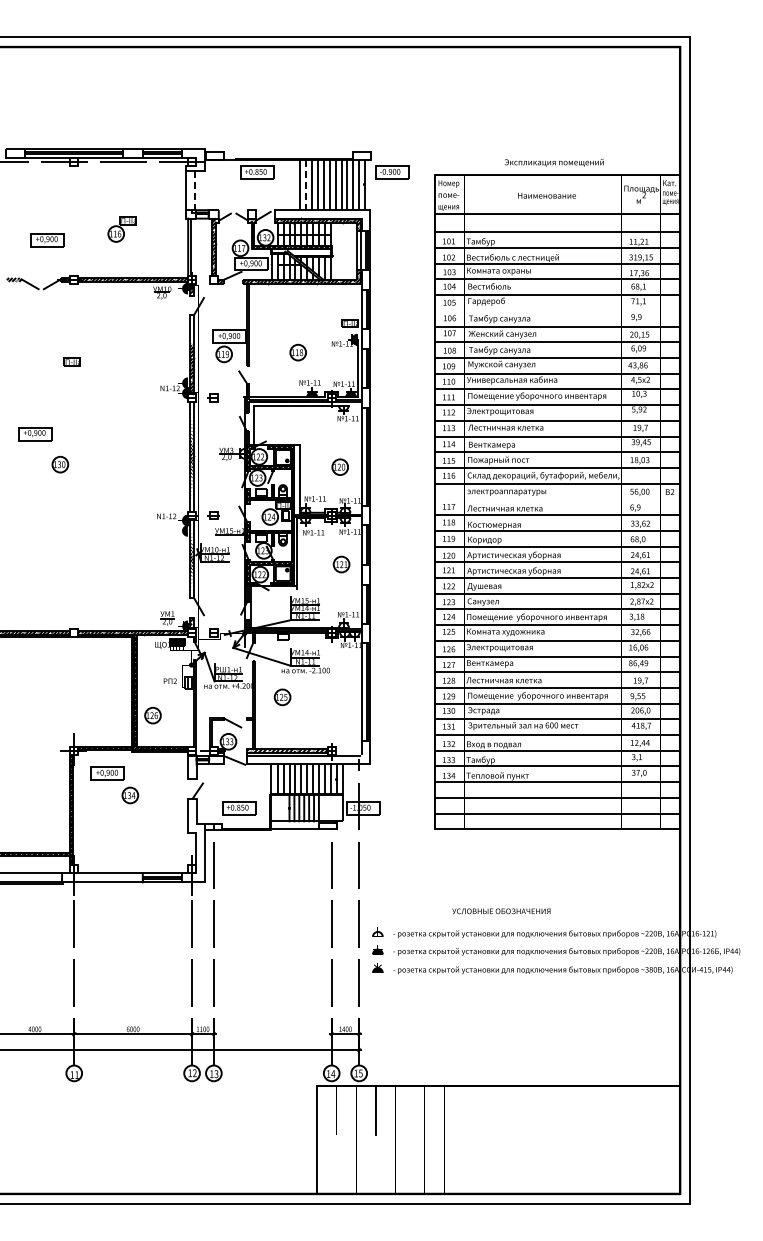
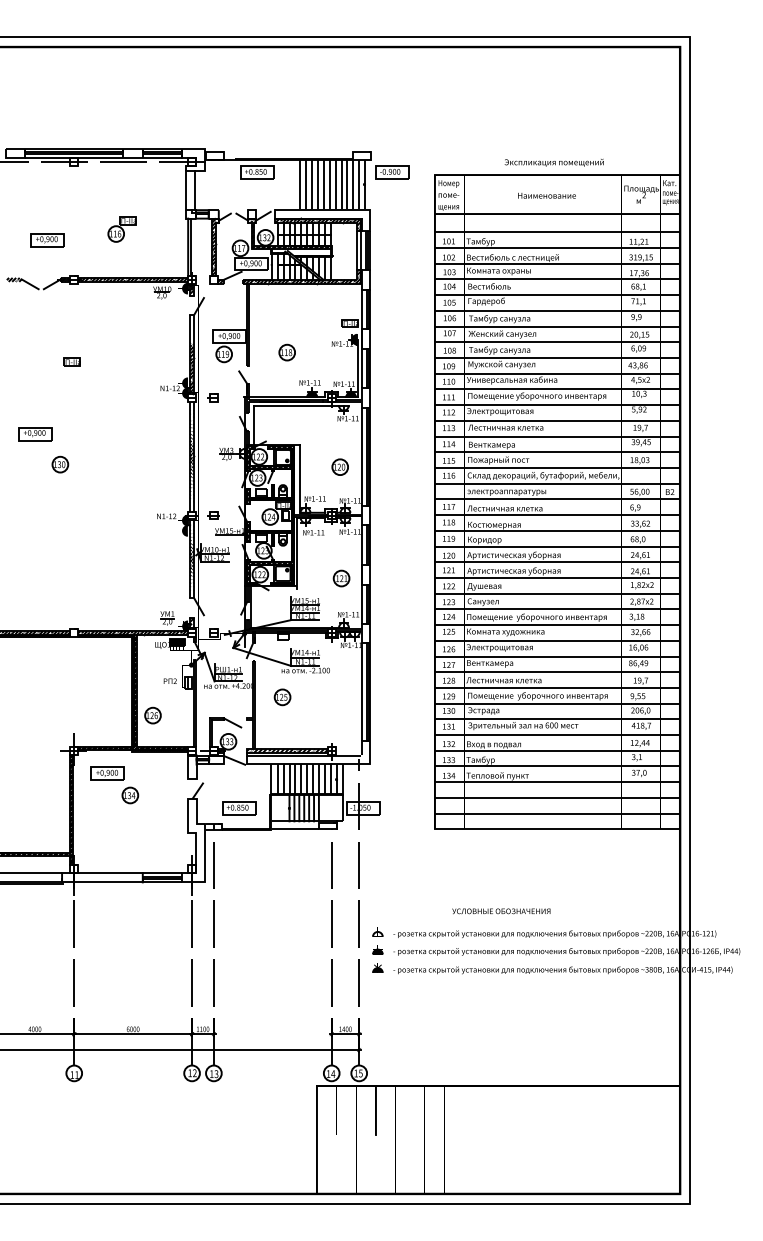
line at (306, 184): dashed -> solid
line at (194, 190): dashed -> solid
line at (557, 310): none -> present
part at (297, 352) position: (297, 352) -> (286, 352)
line at (557, 499): none -> present
part at (341, 564) position: (341, 564) -> (341, 578)
